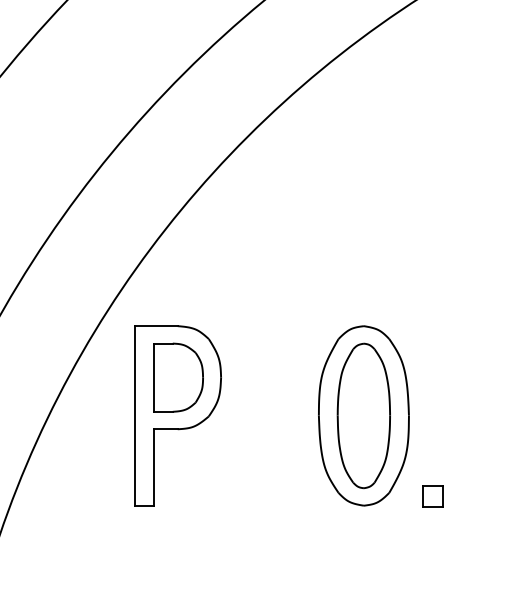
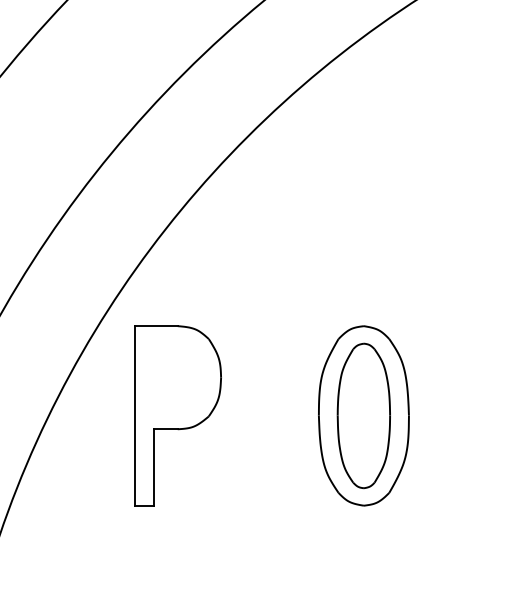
part at (178, 377): present -> none
part at (432, 496): present -> none
